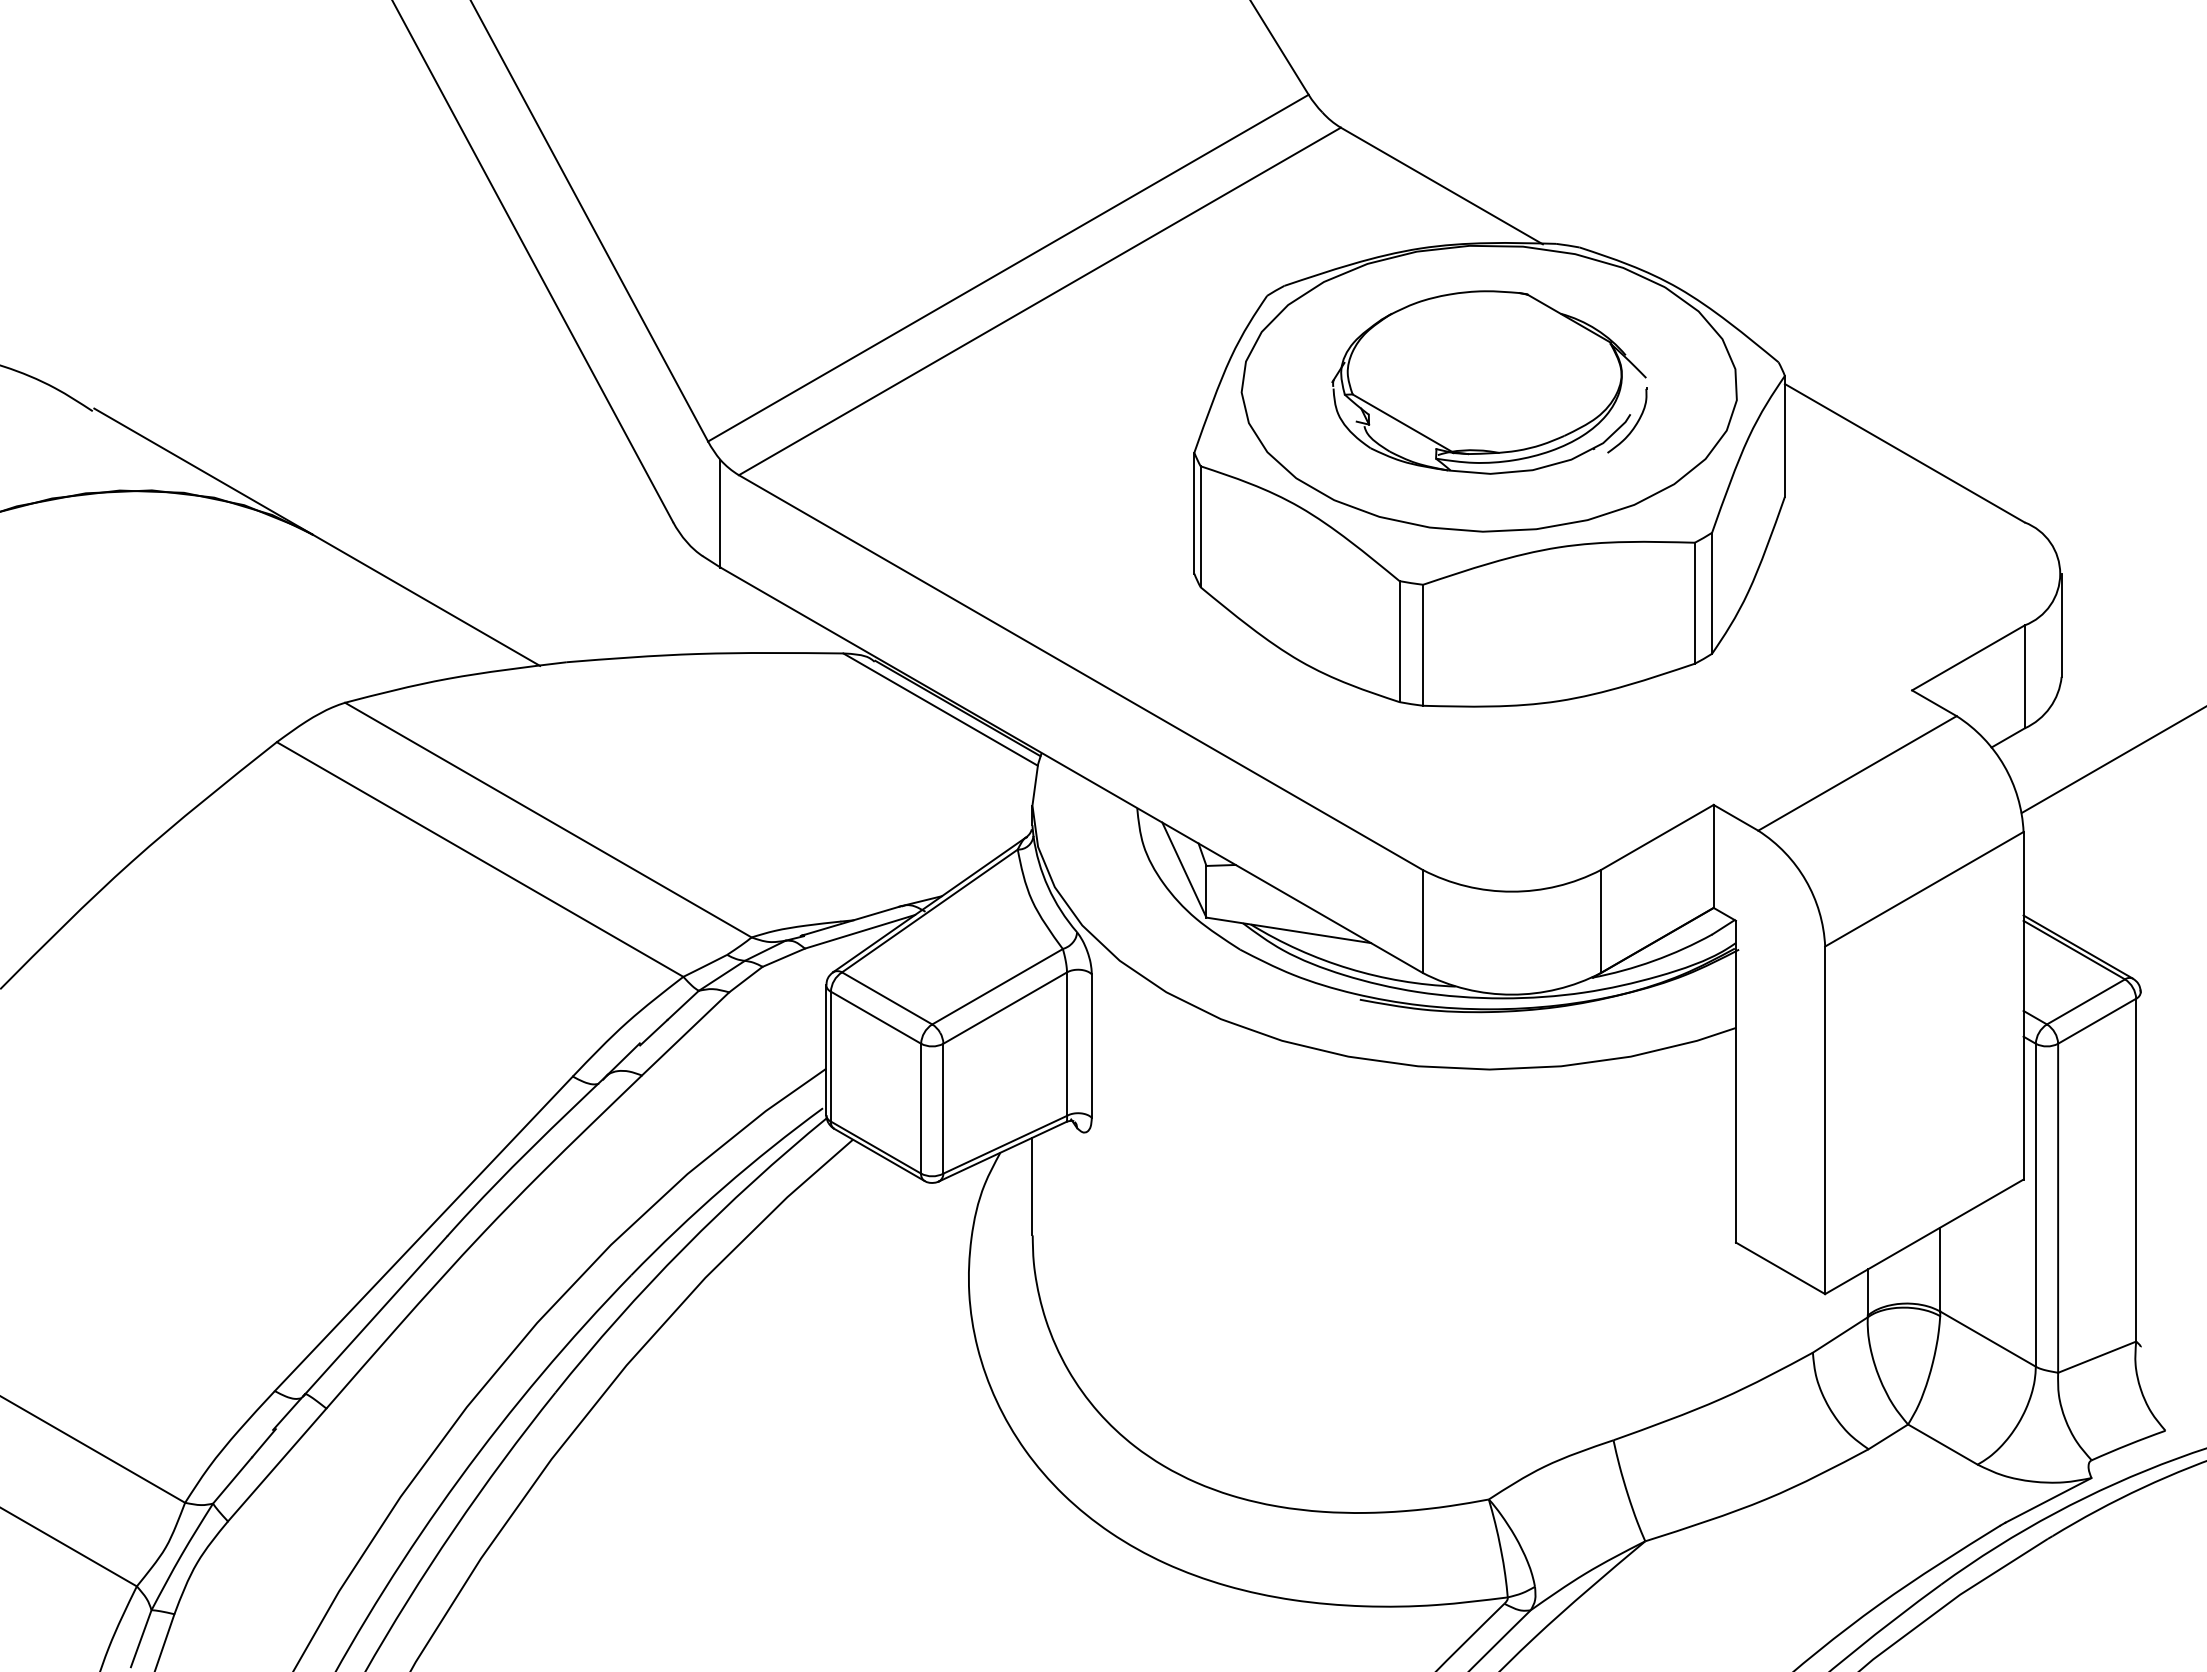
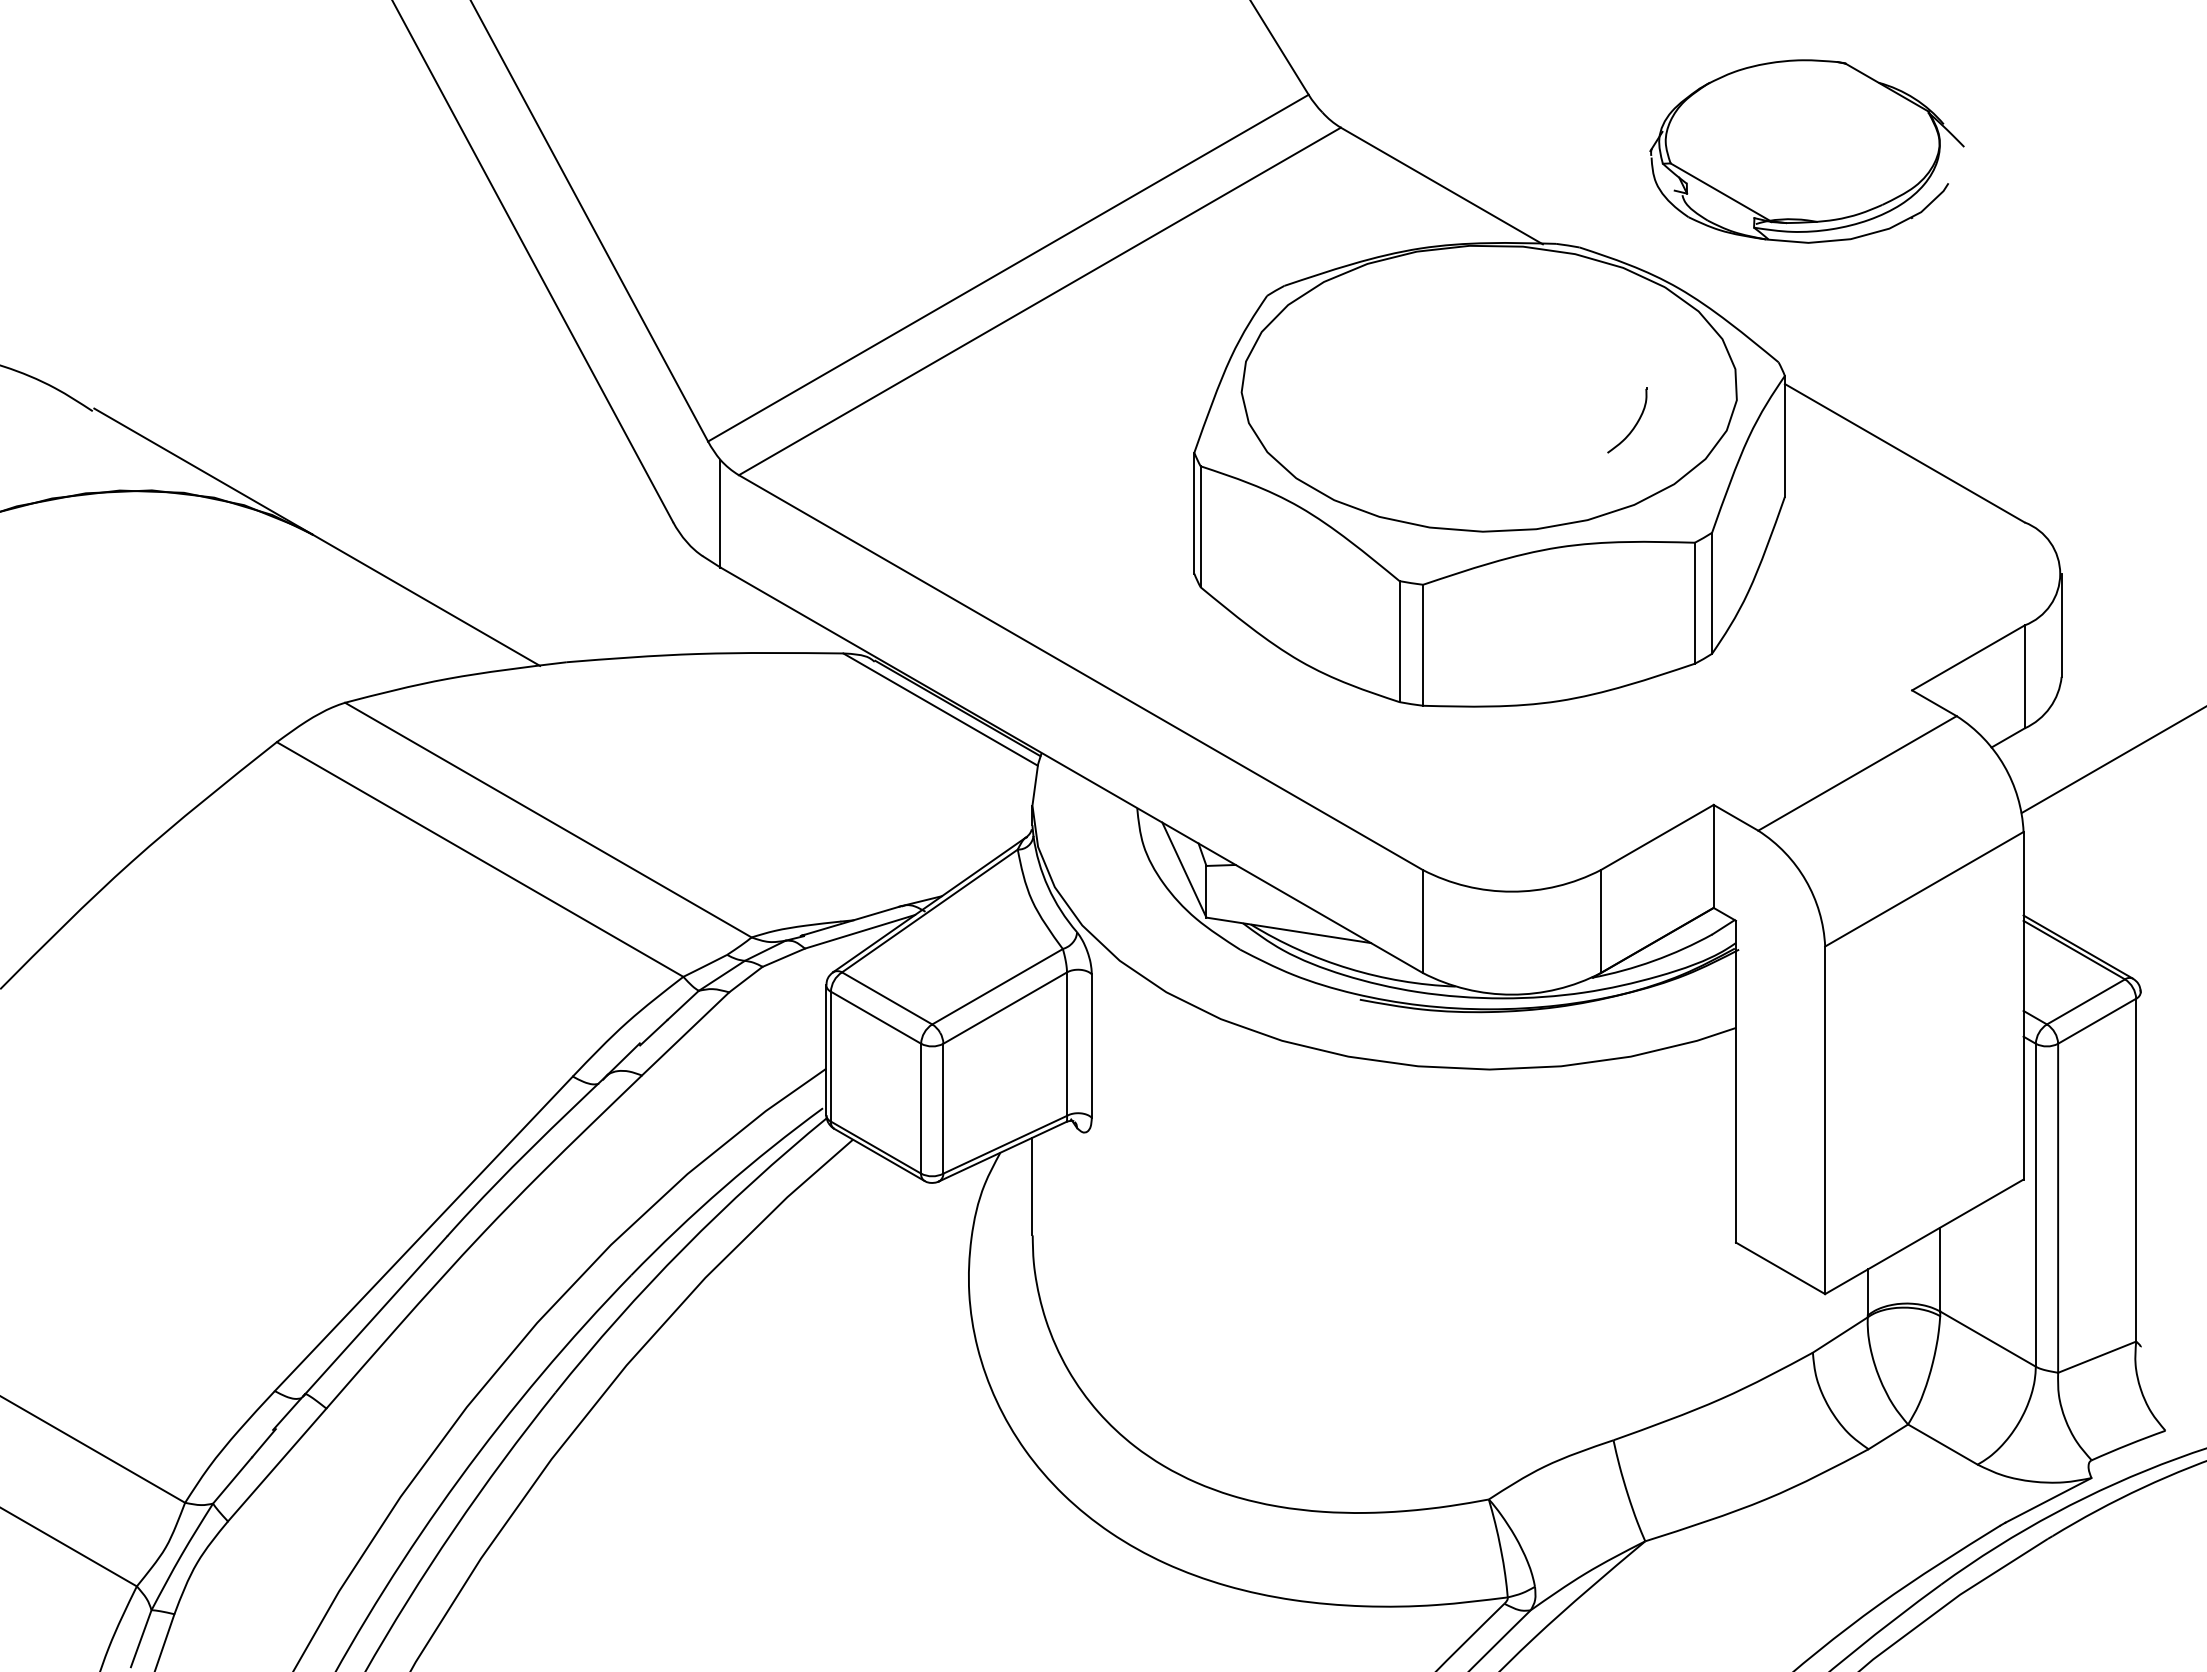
part at (1488, 382) position: (1488, 382) -> (1806, 151)
